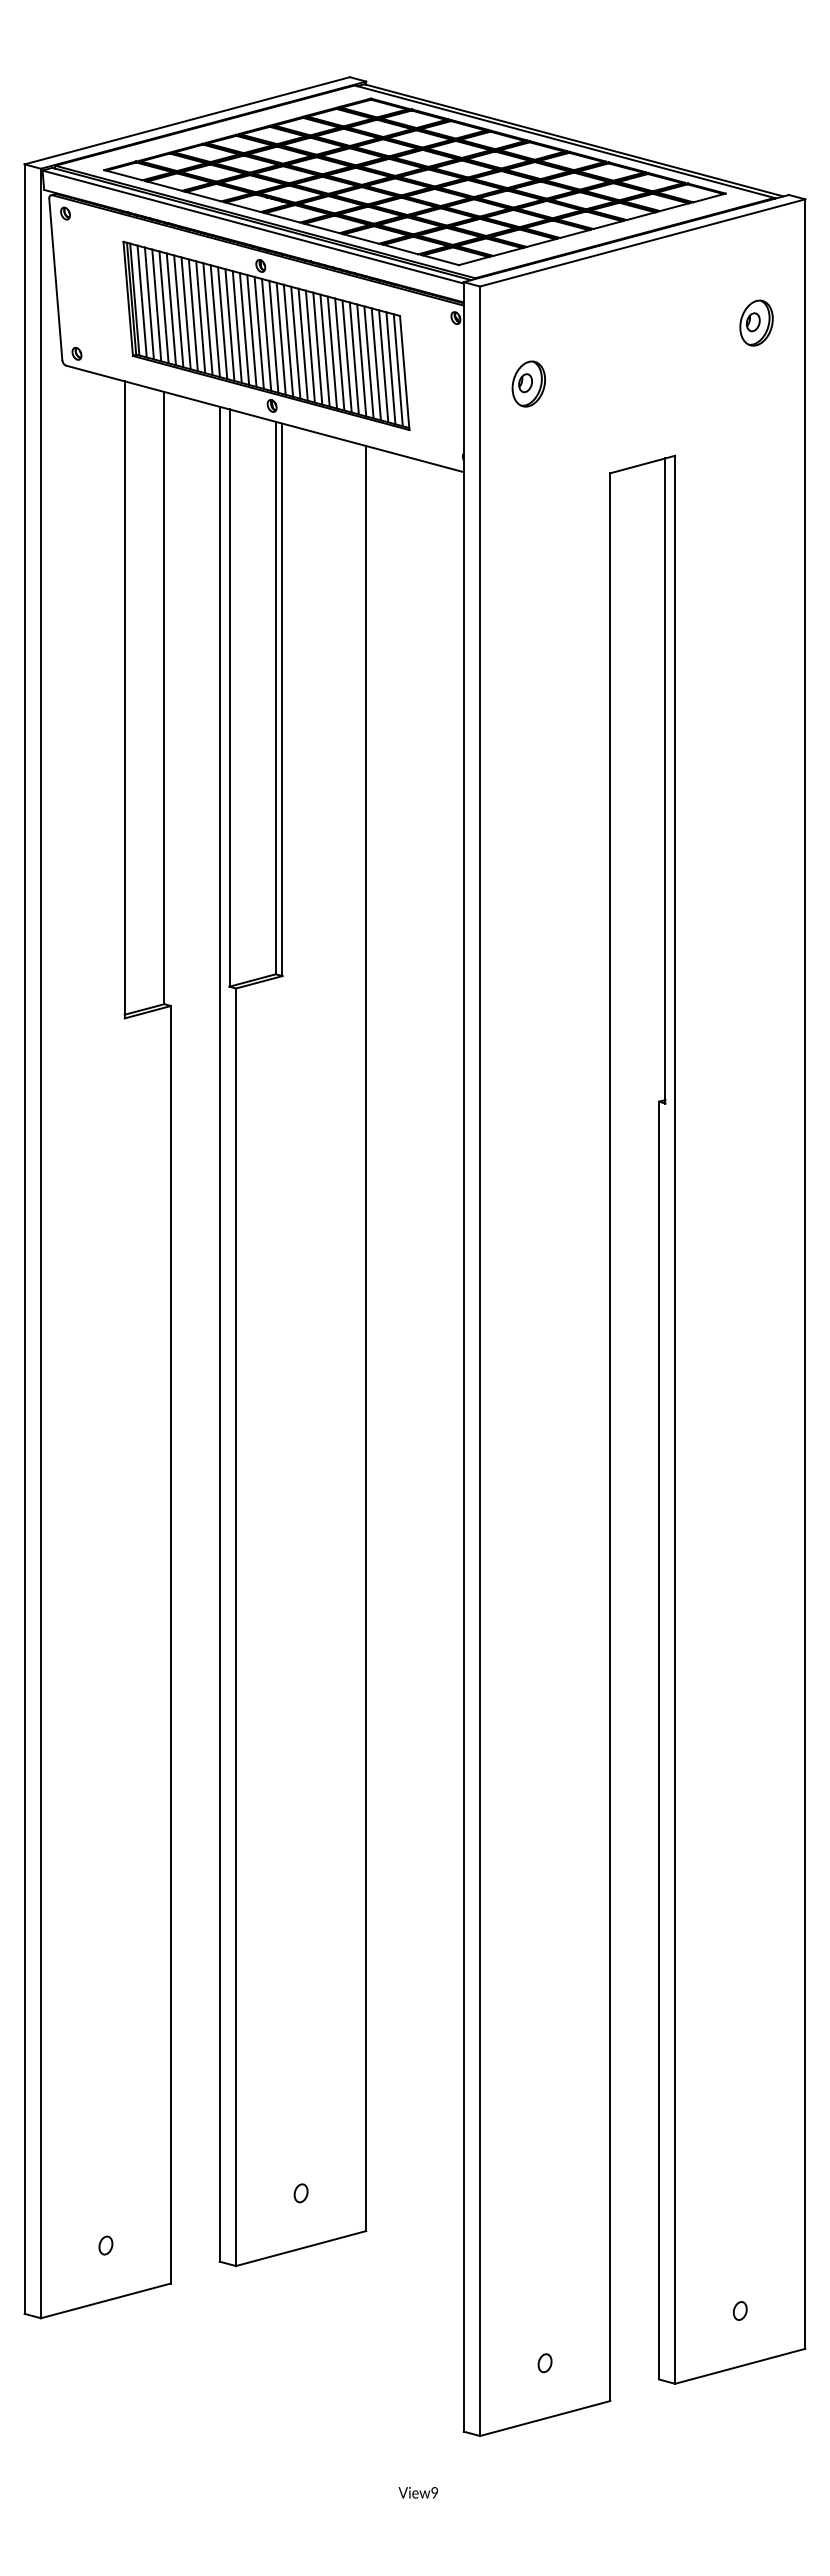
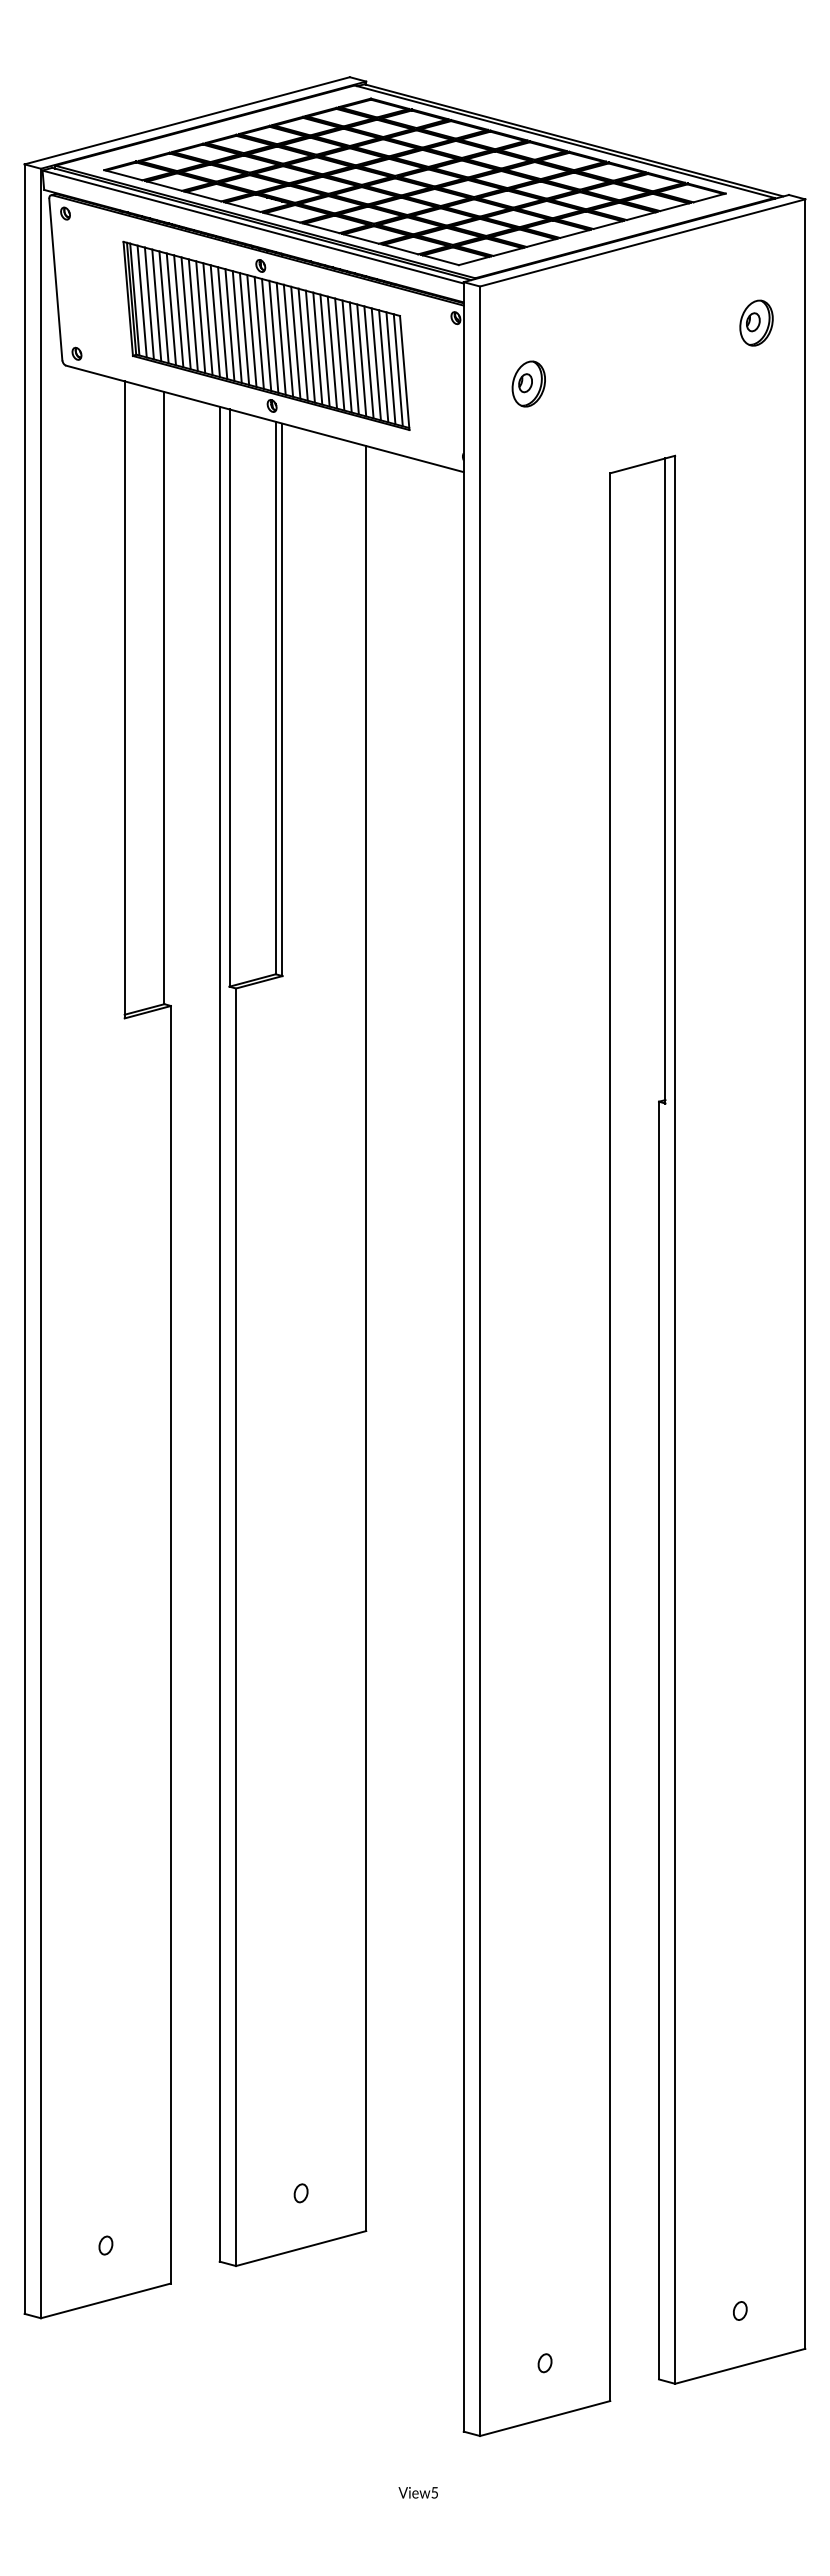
text at (434, 2492): View9 -> View5
